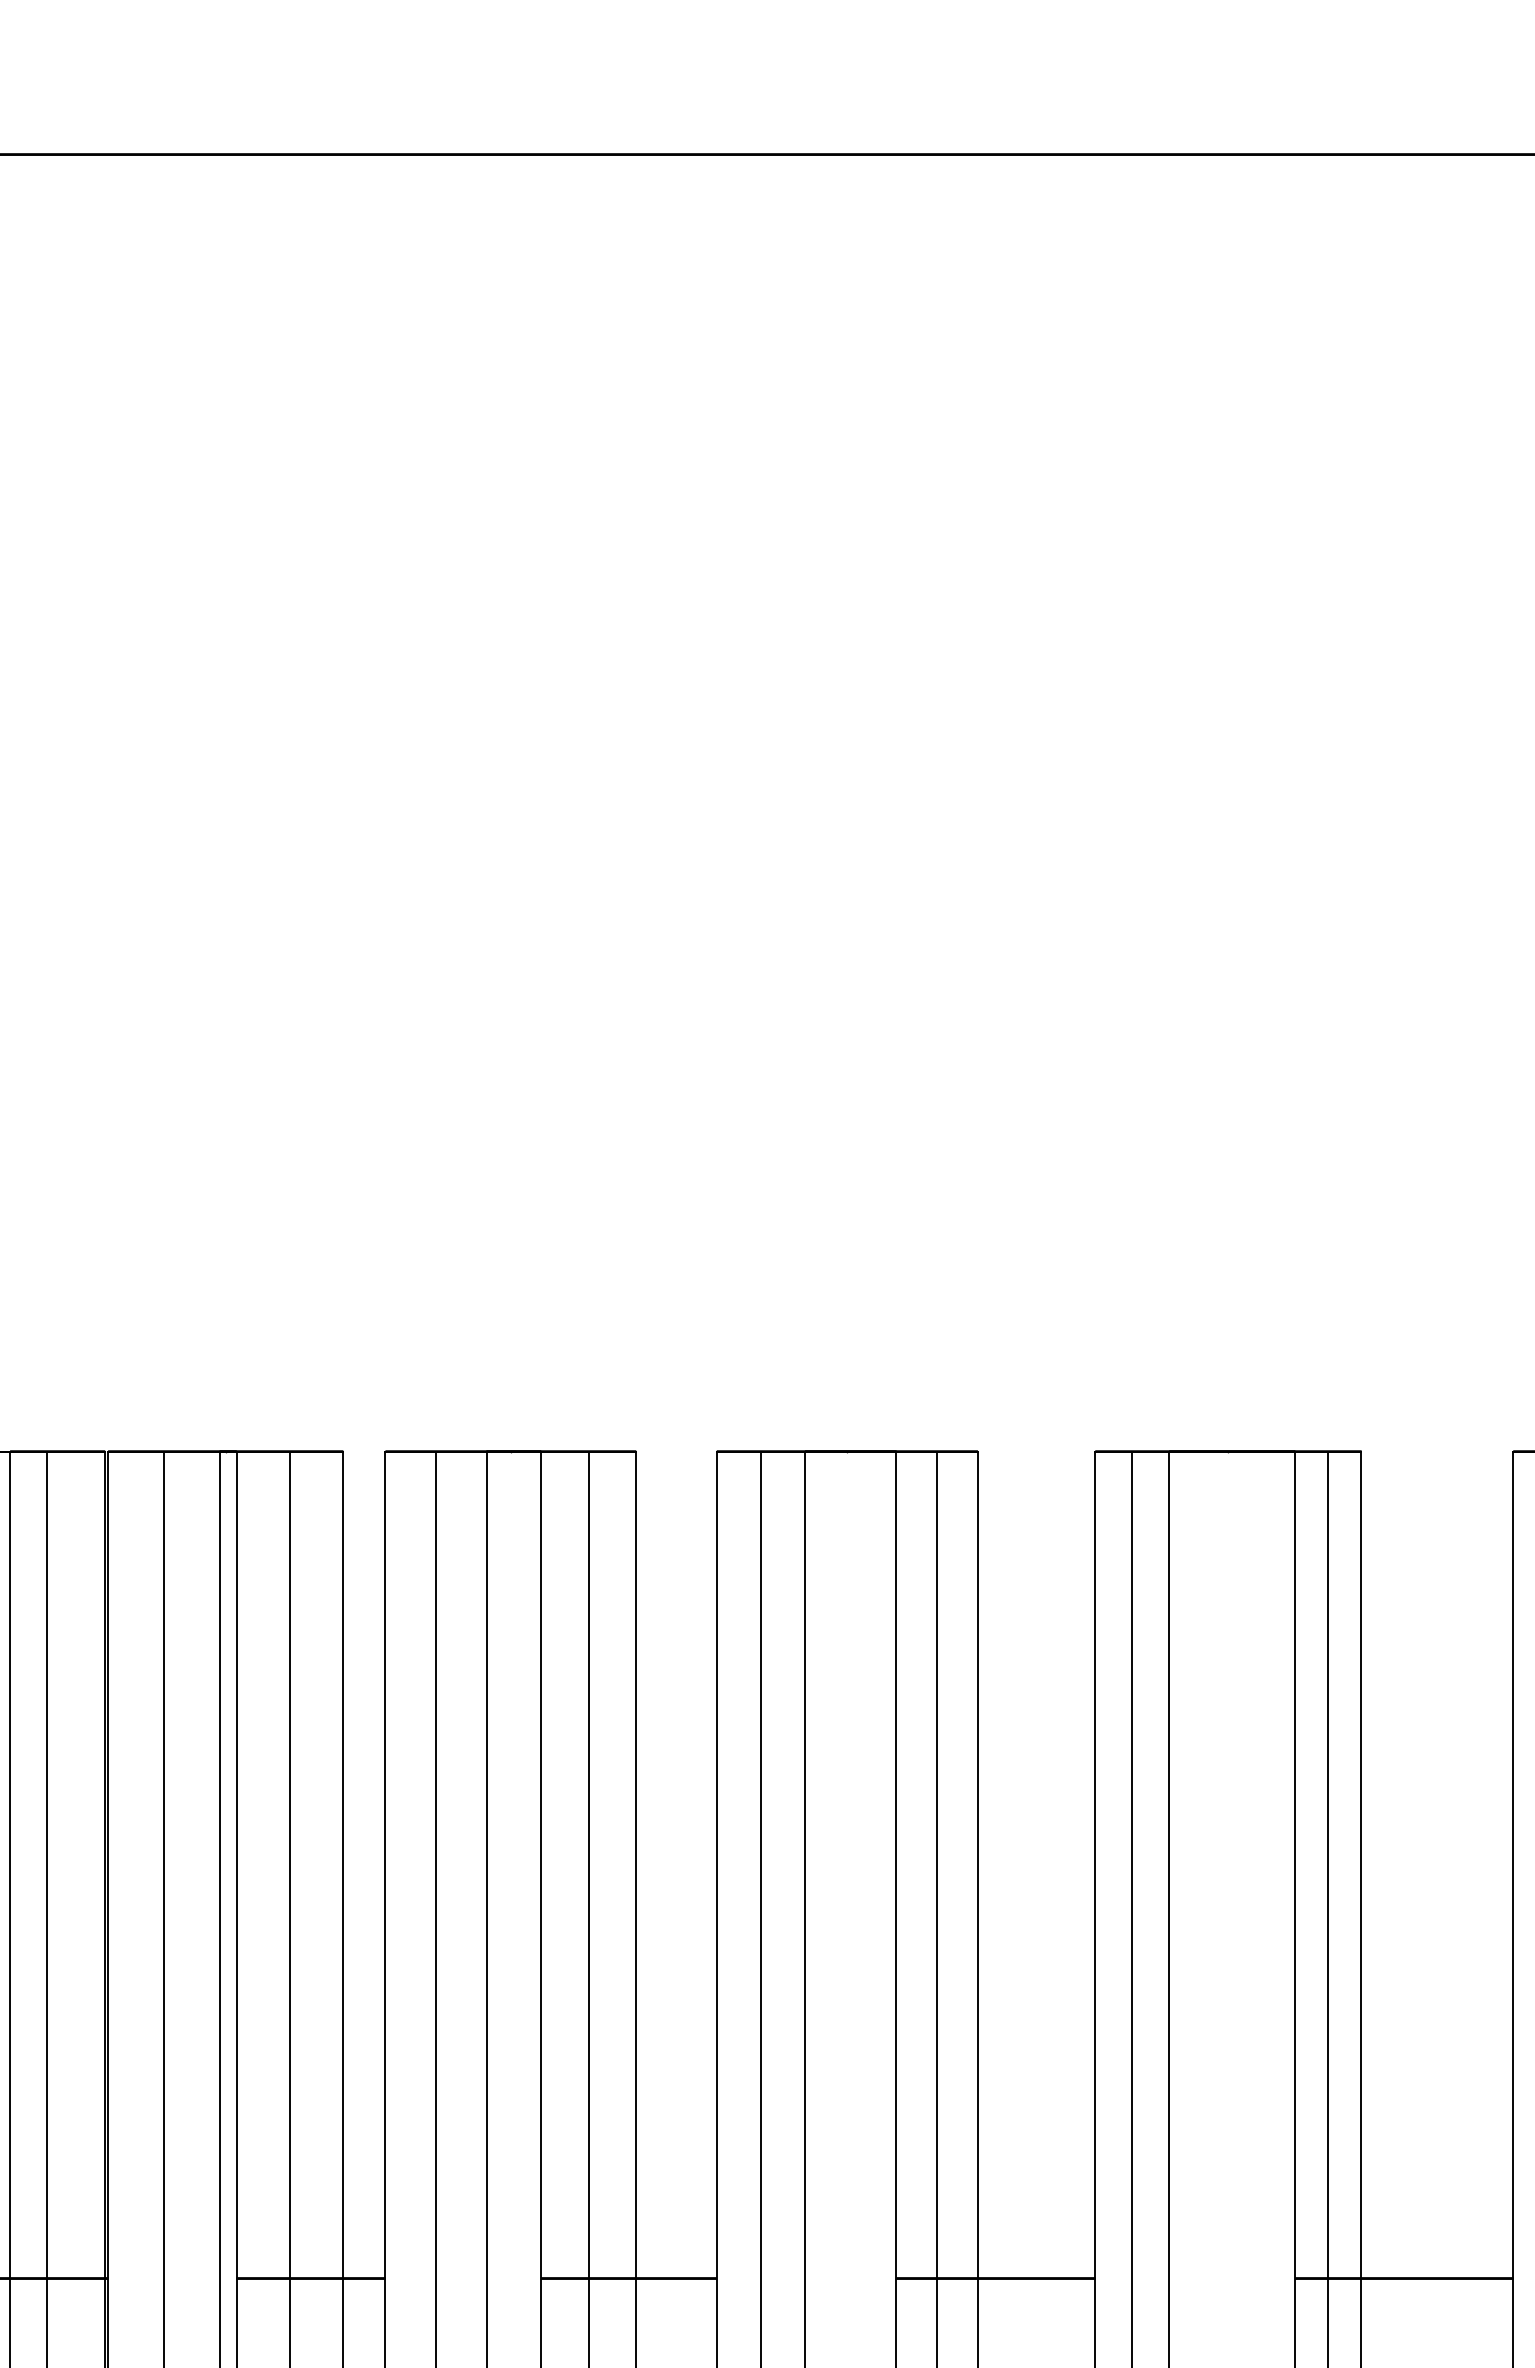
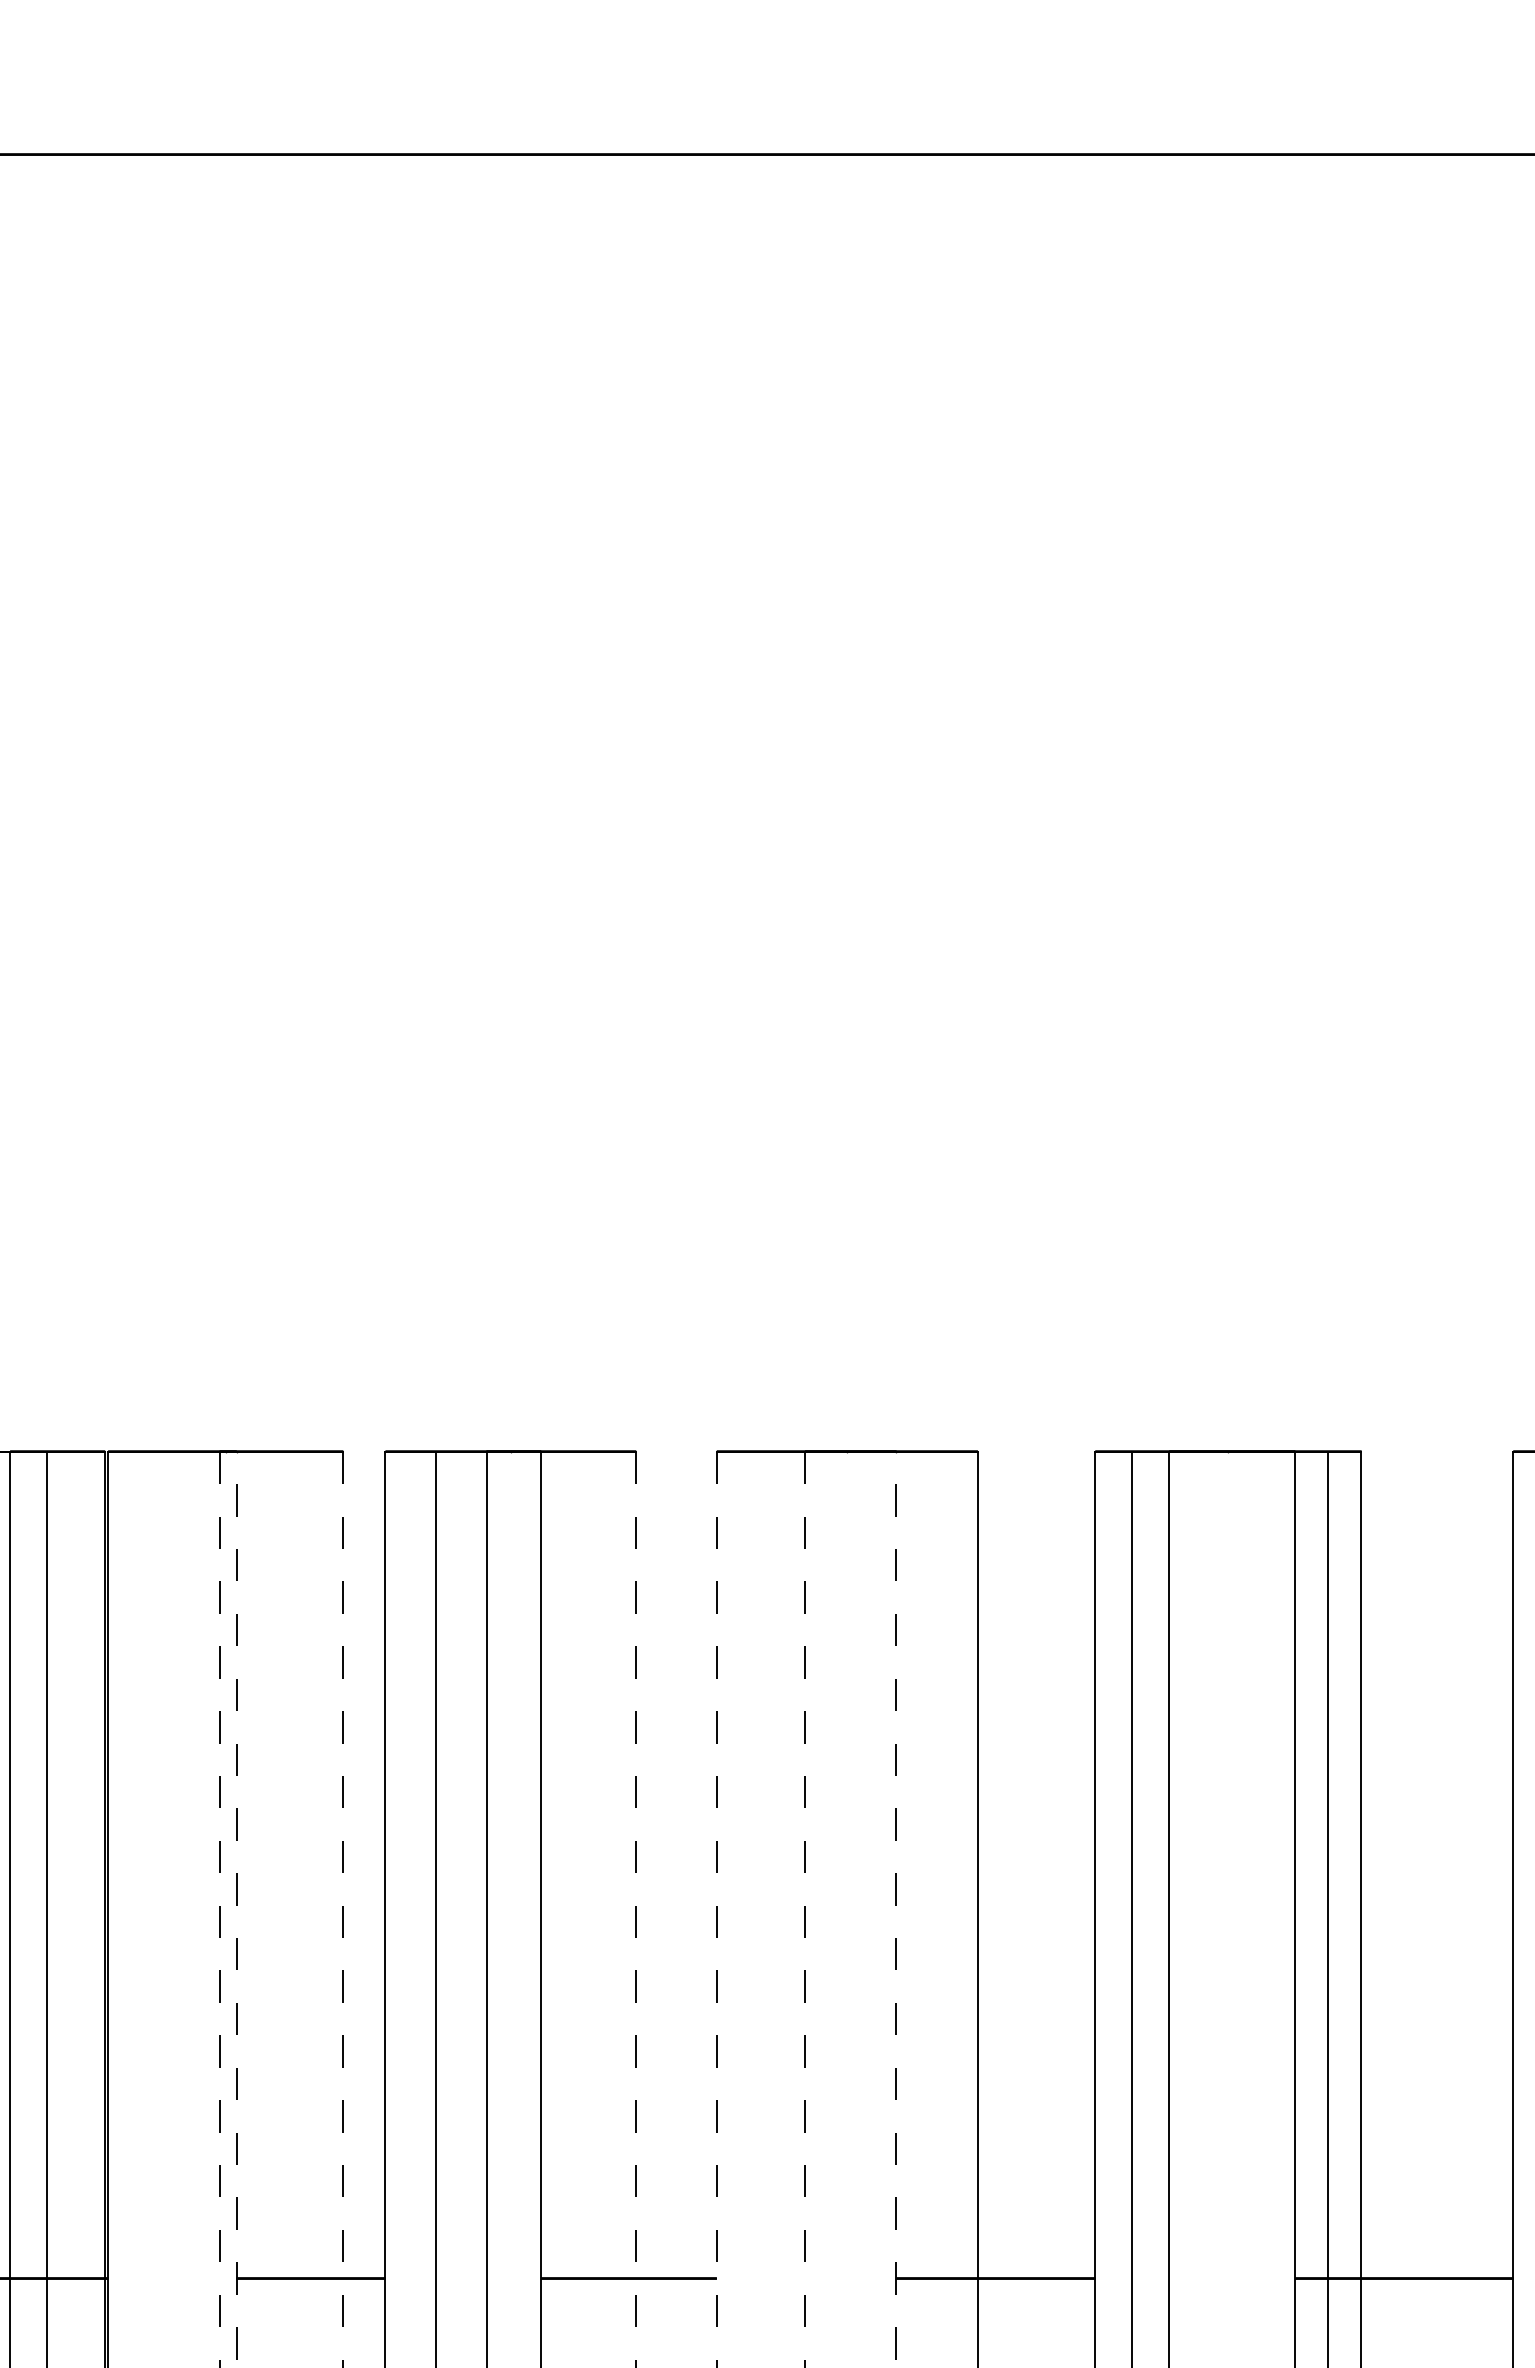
line at (163, 1907): present -> none
line at (290, 1907): present -> none
line at (588, 1907): present -> none
line at (760, 1907): present -> none
line at (937, 1907): present -> none
line at (219, 1909): solid -> dashed
line at (236, 1909): solid -> dashed
line at (343, 1909): solid -> dashed
line at (636, 1909): solid -> dashed
line at (716, 1909): solid -> dashed
line at (805, 1909): solid -> dashed
line at (896, 1909): solid -> dashed
